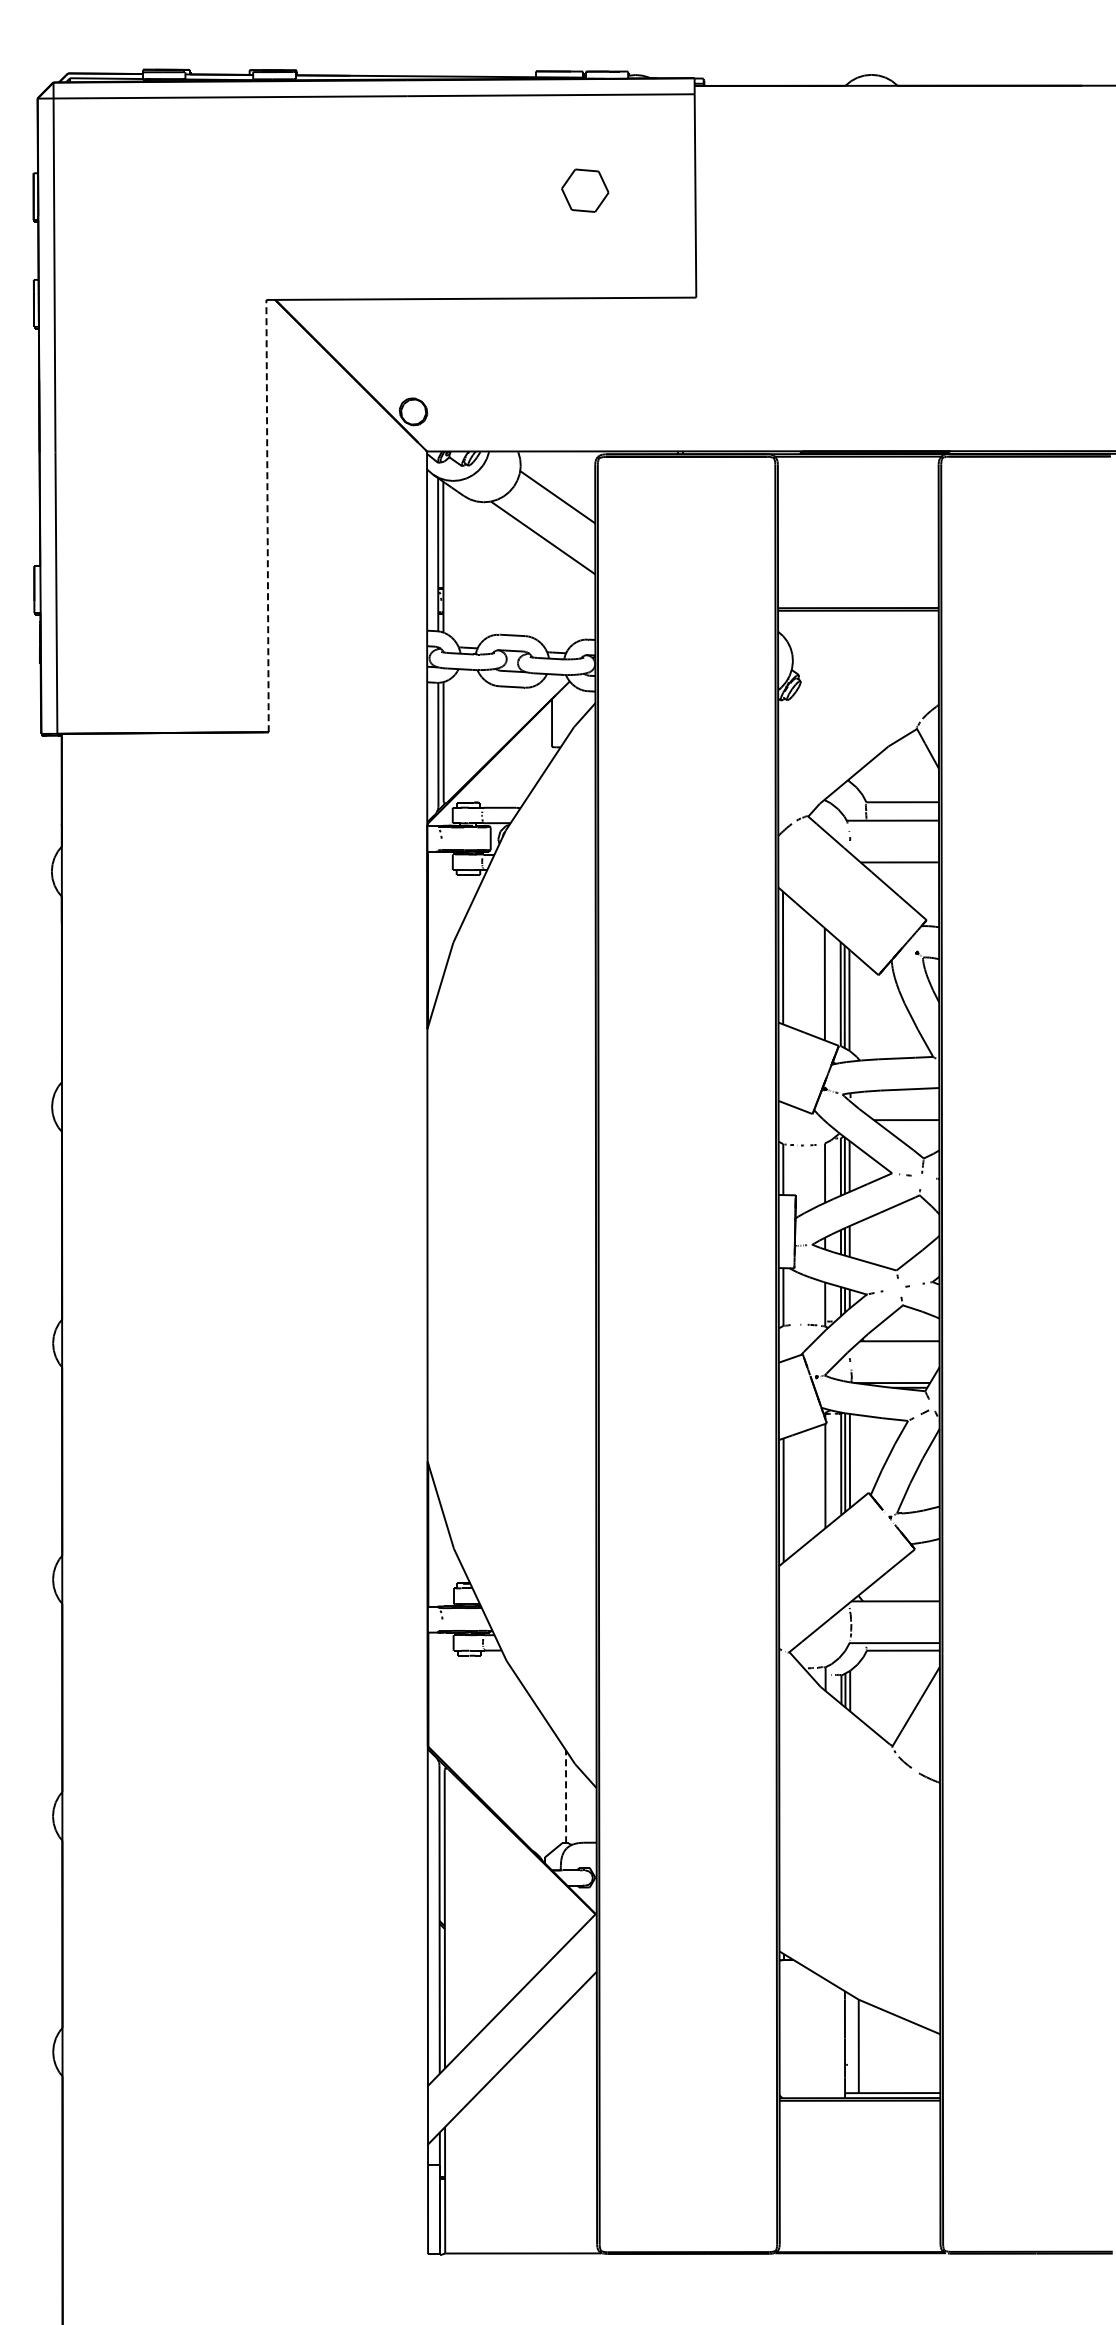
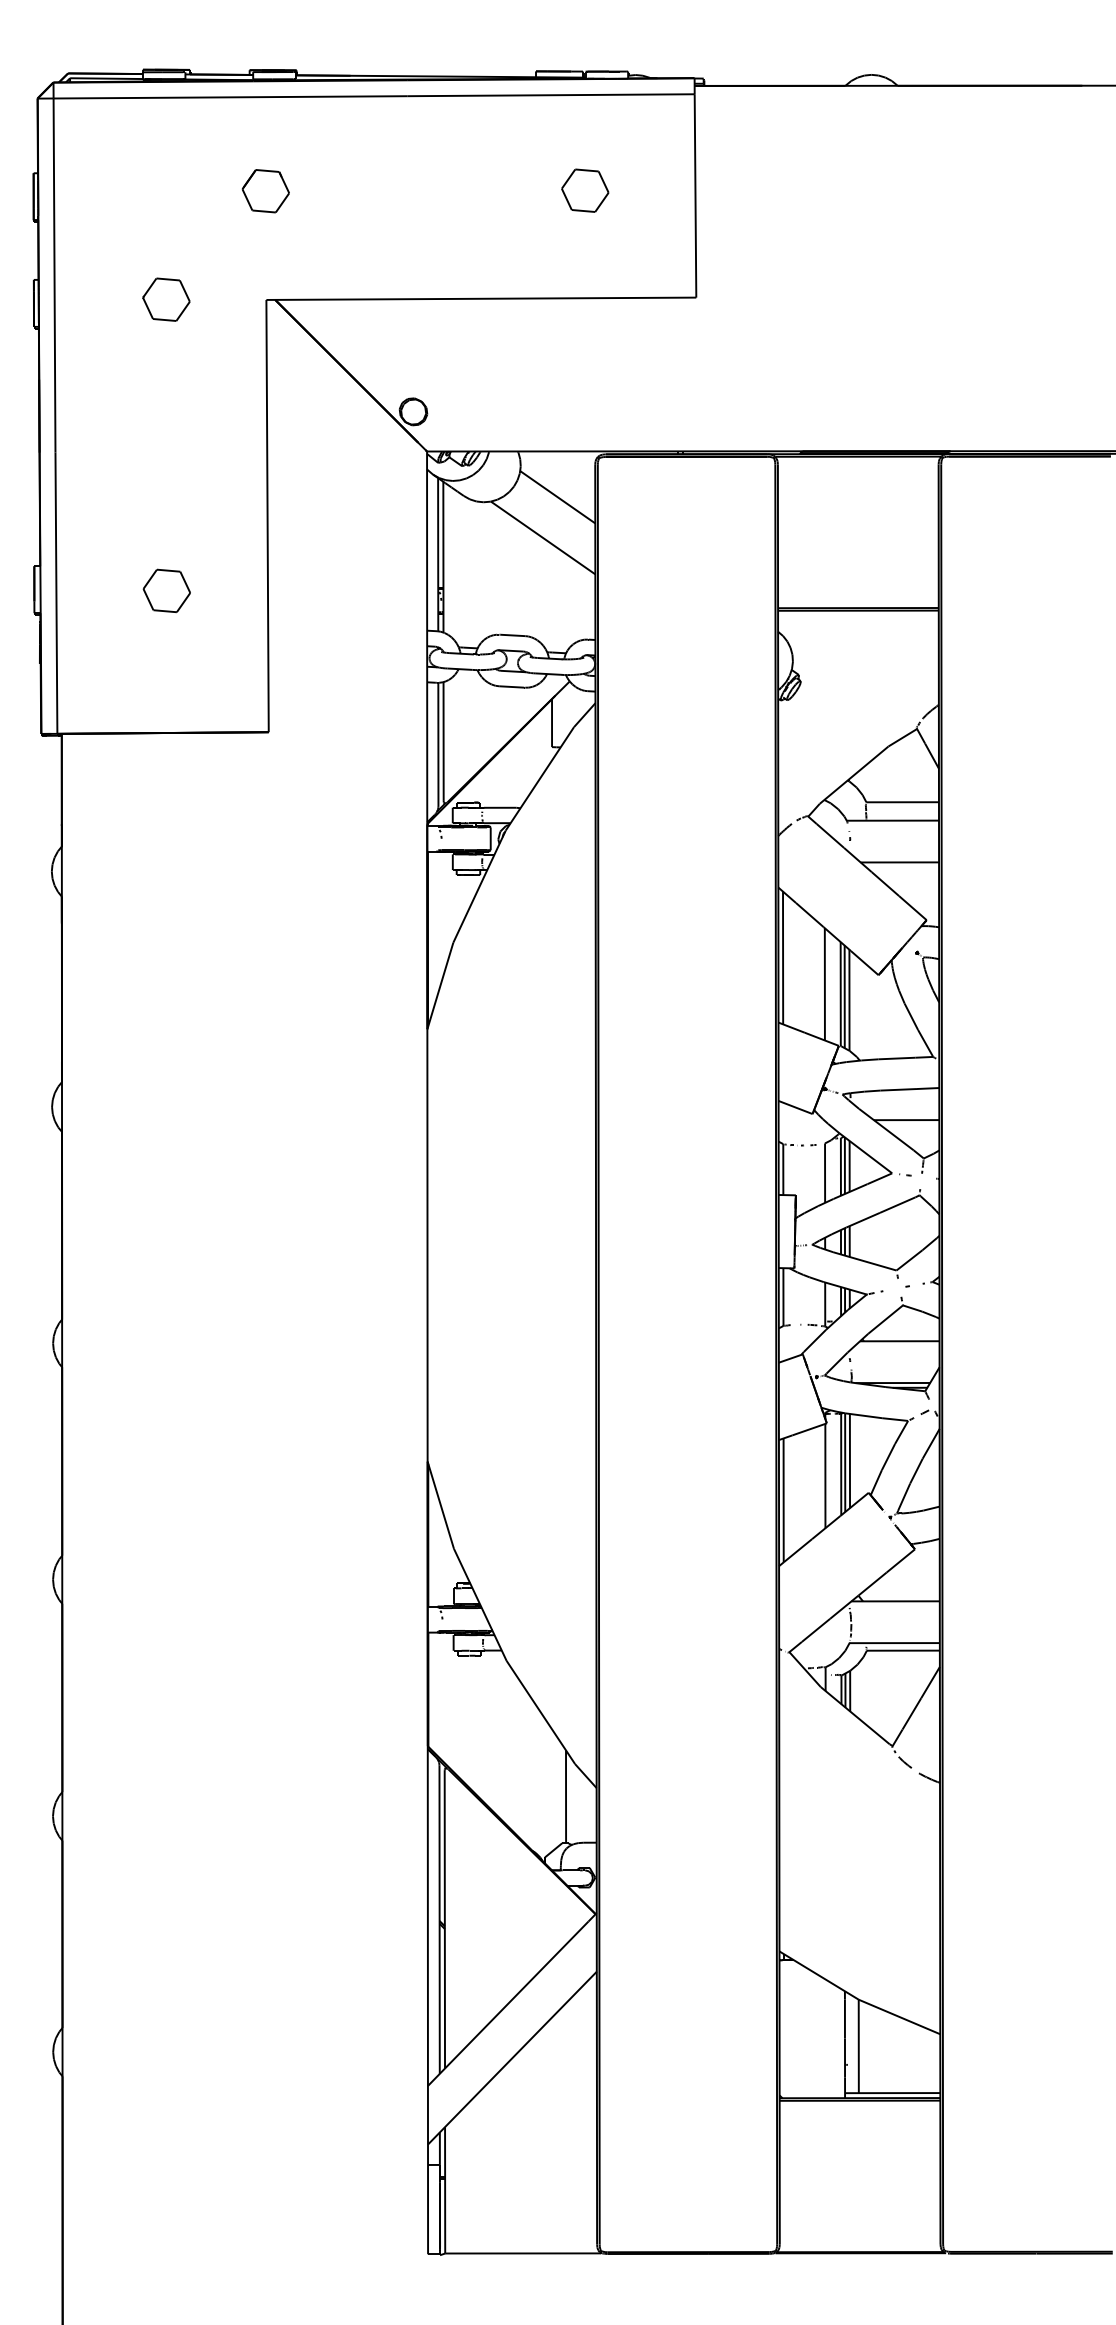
part at (265, 191): none -> present
part at (166, 299): none -> present
line at (267, 515): dashed -> solid
part at (166, 590): none -> present
line at (566, 1796): dashed -> solid
